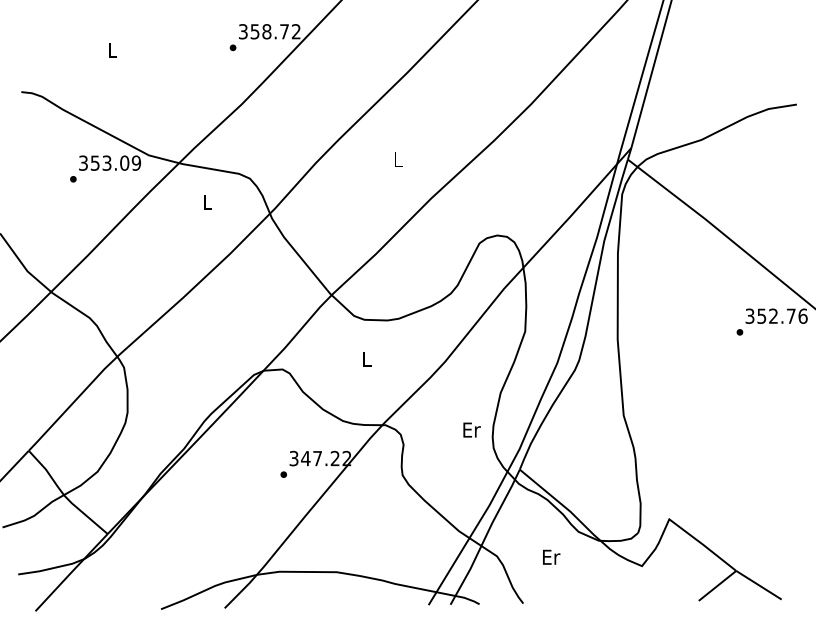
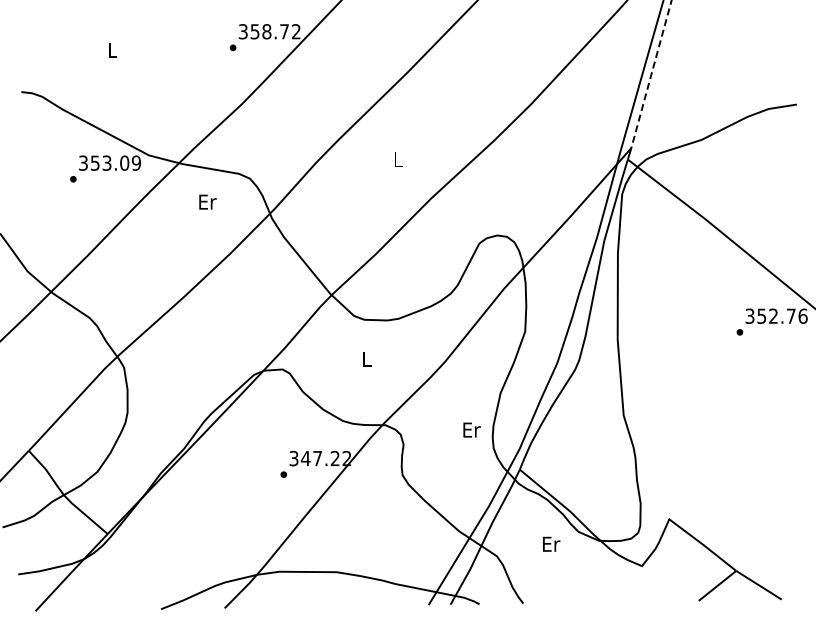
line at (651, 74): solid -> dashed
text at (207, 201): L -> Er
text at (551, 556) position: (551, 556) -> (551, 543)
